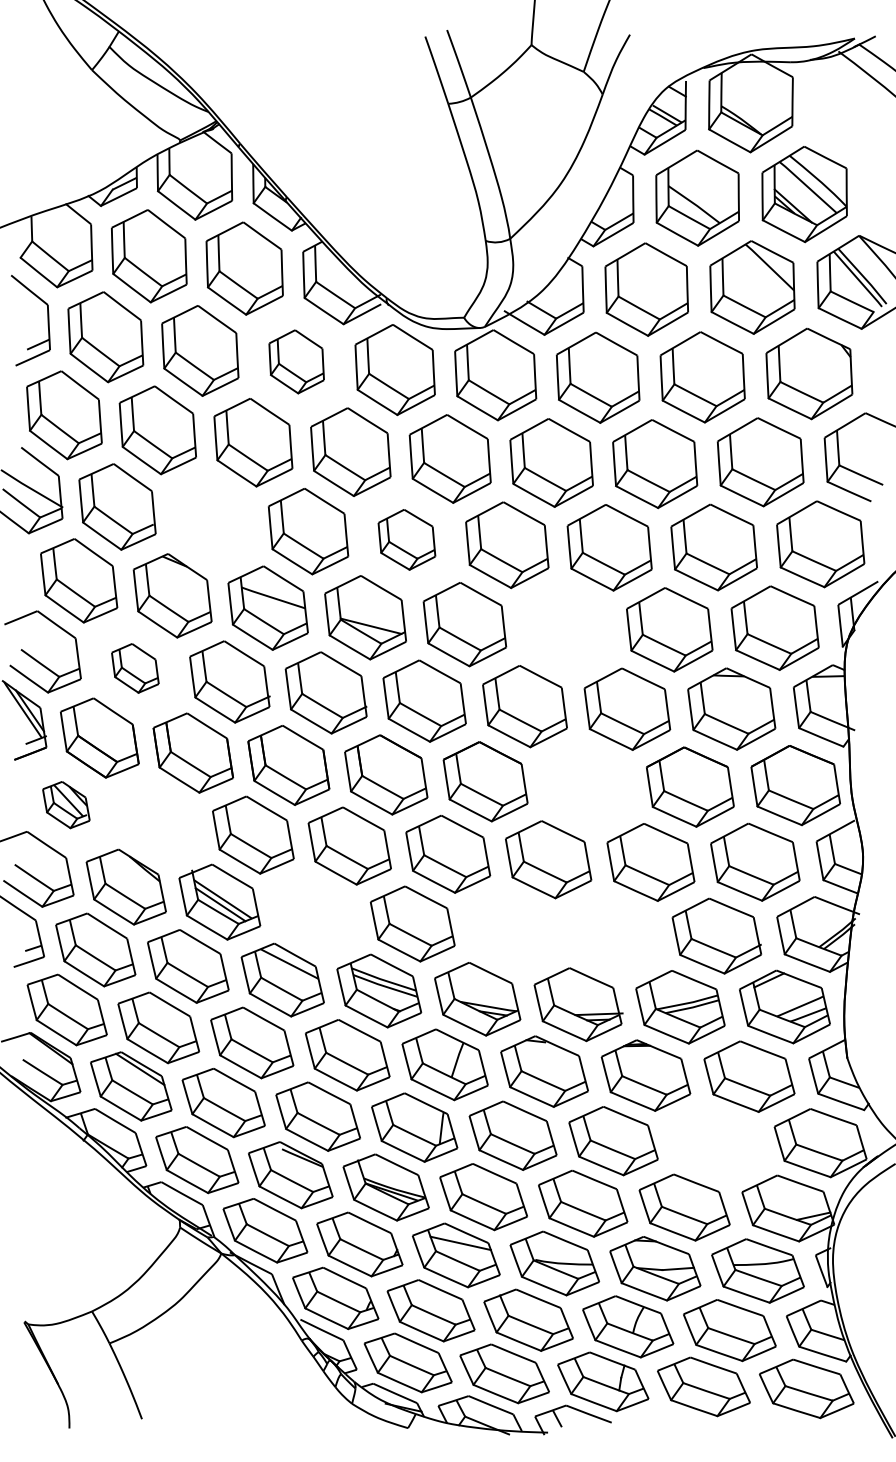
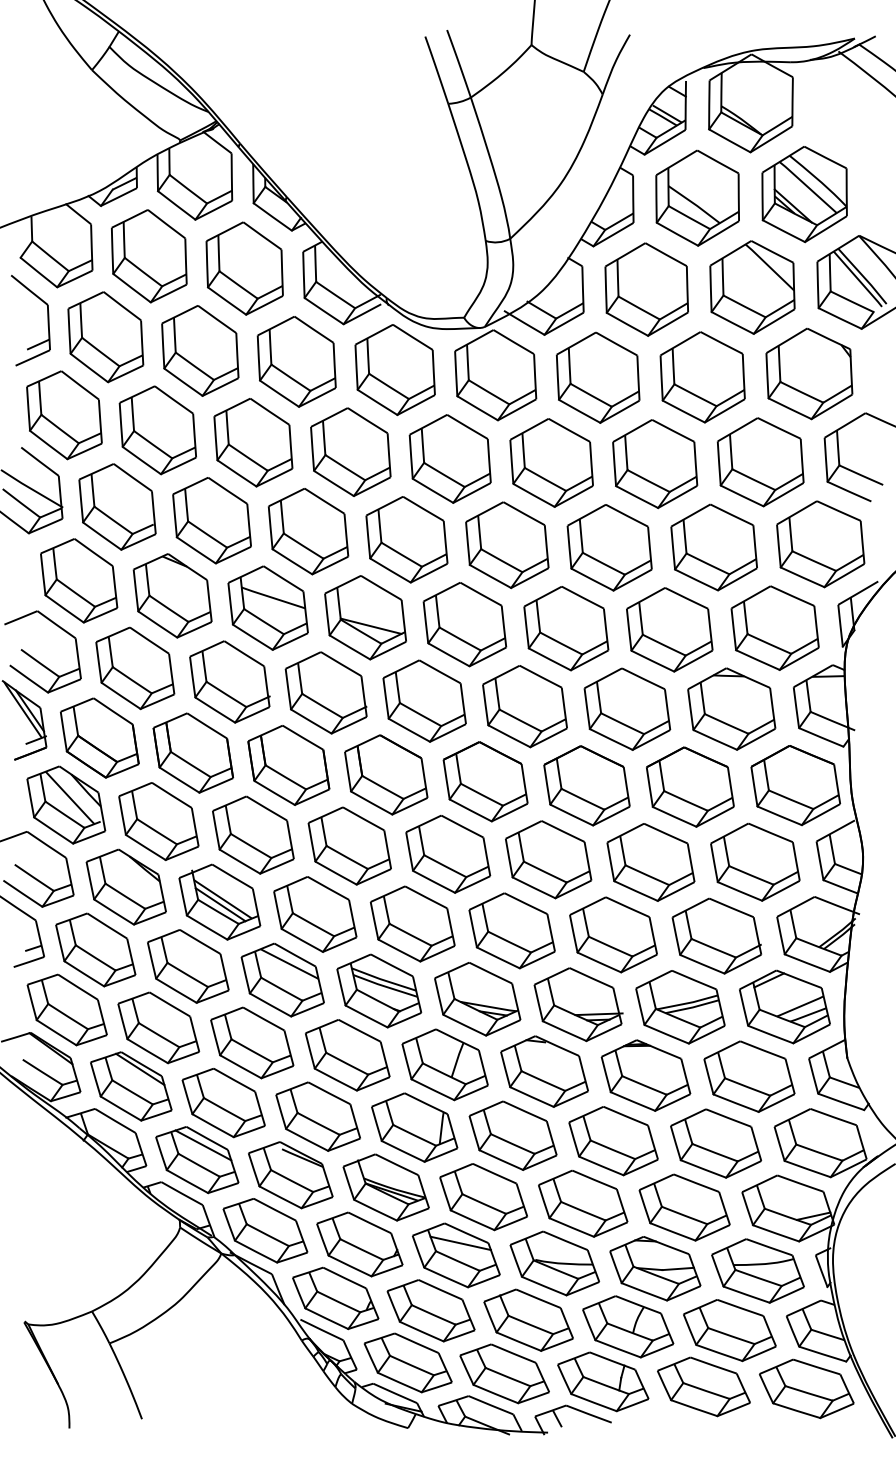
part at (296, 361) size: 57x66 px -> 81x92 px
part at (211, 520): none -> present
part at (406, 539) size: 60x62 px -> 84x88 px
part at (566, 628): none -> present
part at (135, 668) size: 49x51 px -> 81x85 px
part at (586, 785): none -> present
part at (66, 805) size: 49x49 px -> 81x80 px
part at (158, 821): none -> present
part at (315, 914): none -> present
part at (511, 930): none -> present
part at (613, 934): none -> present
part at (716, 1143): none -> present
line at (203, 1145): none -> present
